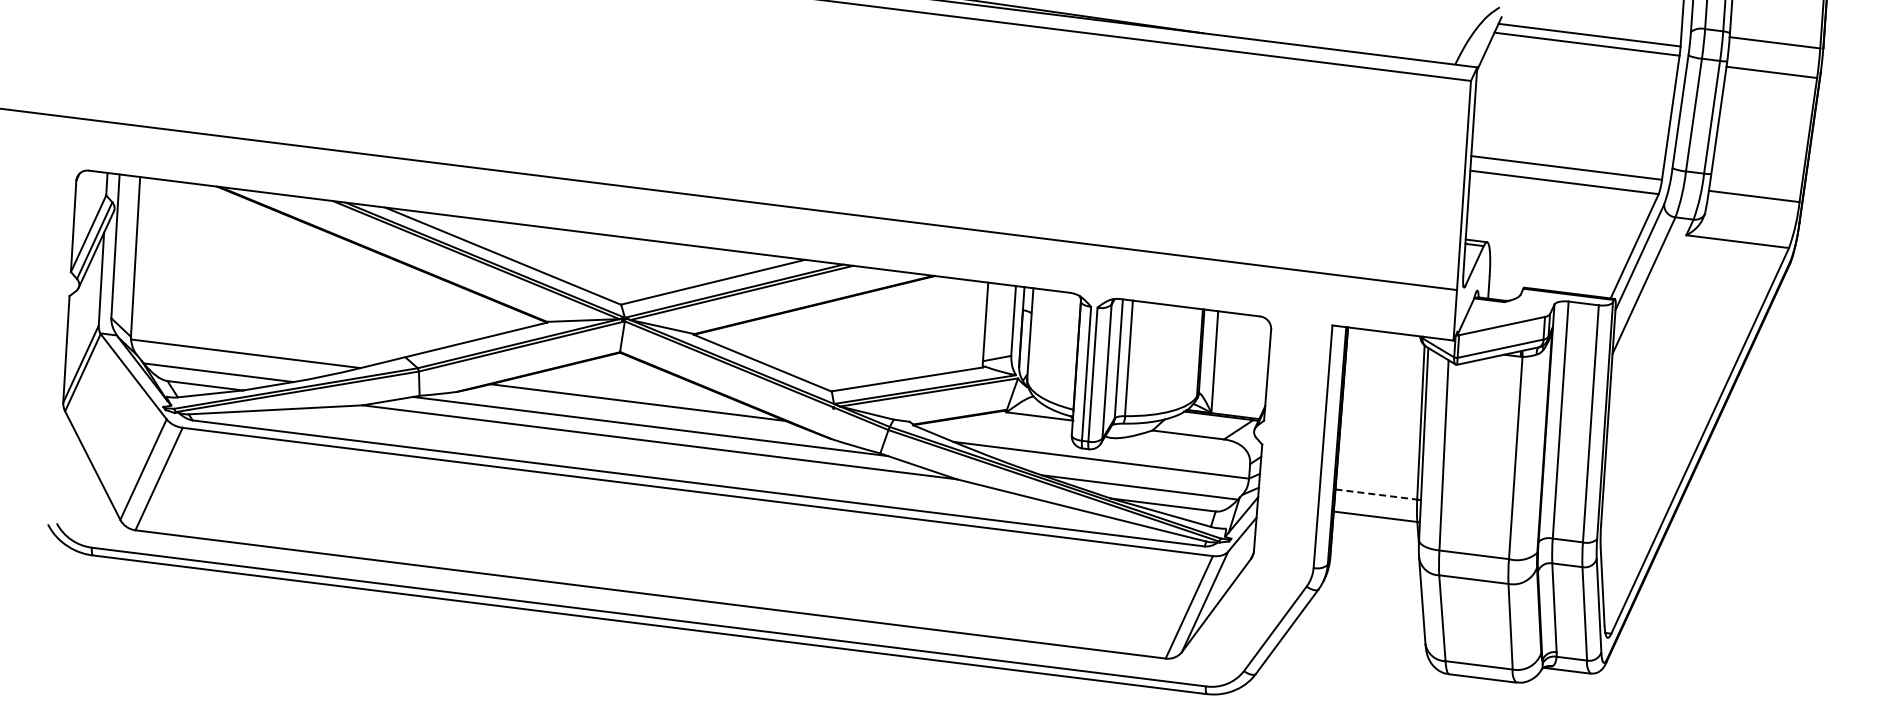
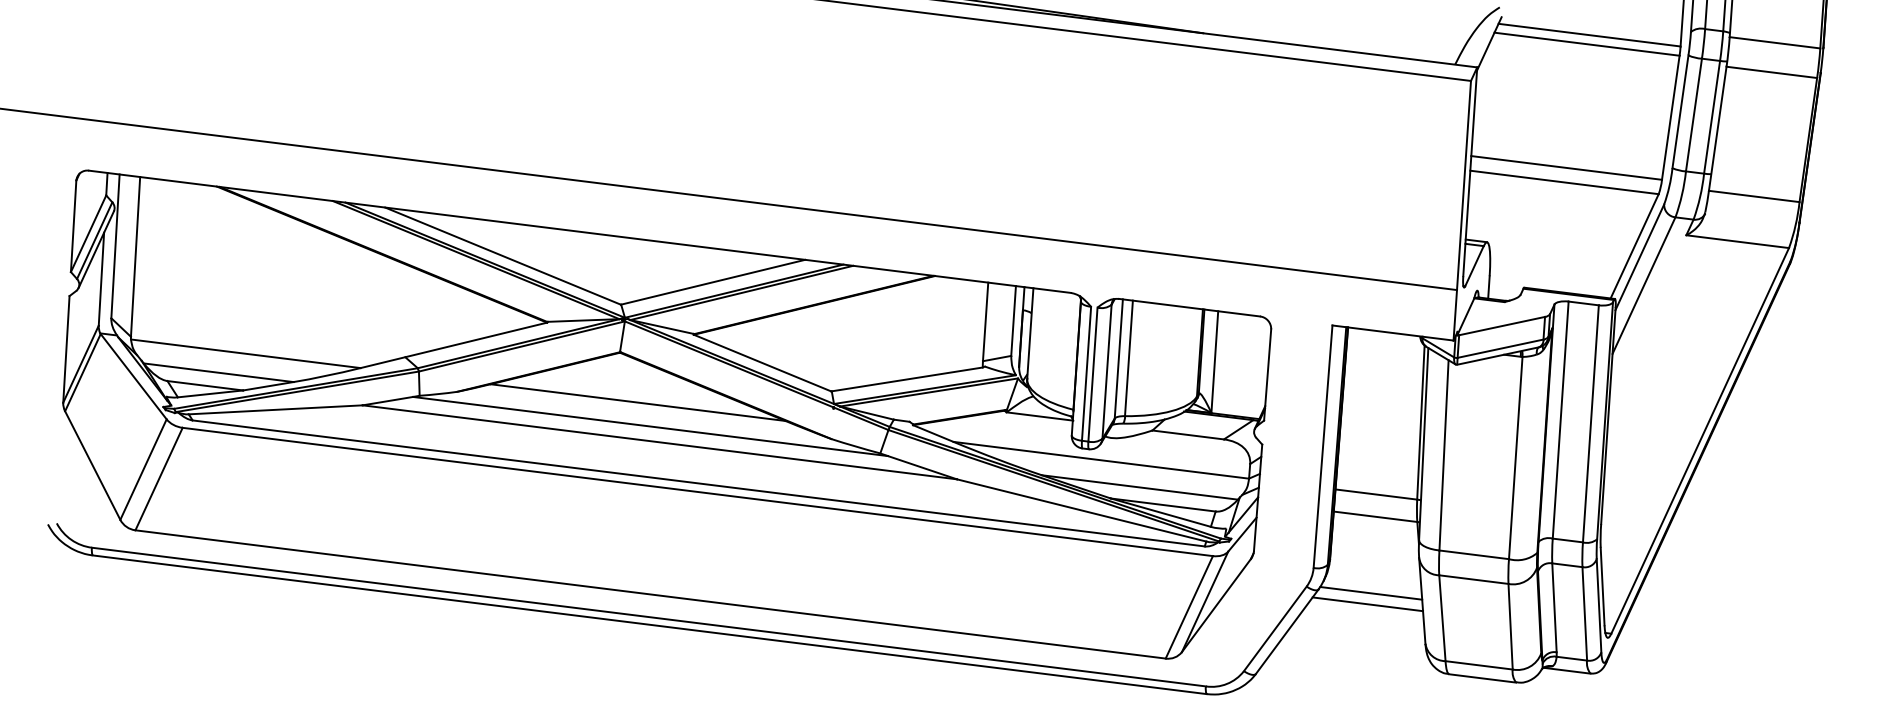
line at (1376, 494): dashed -> solid
line at (1371, 593): none -> present
line at (1367, 604): none -> present
